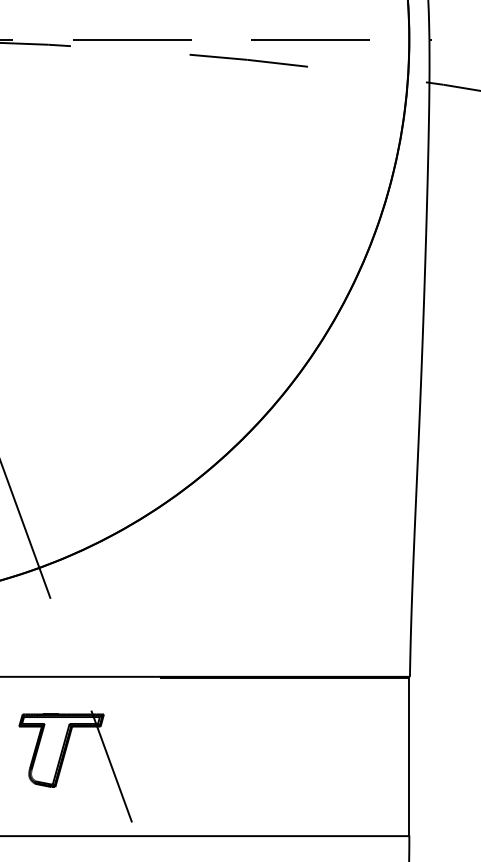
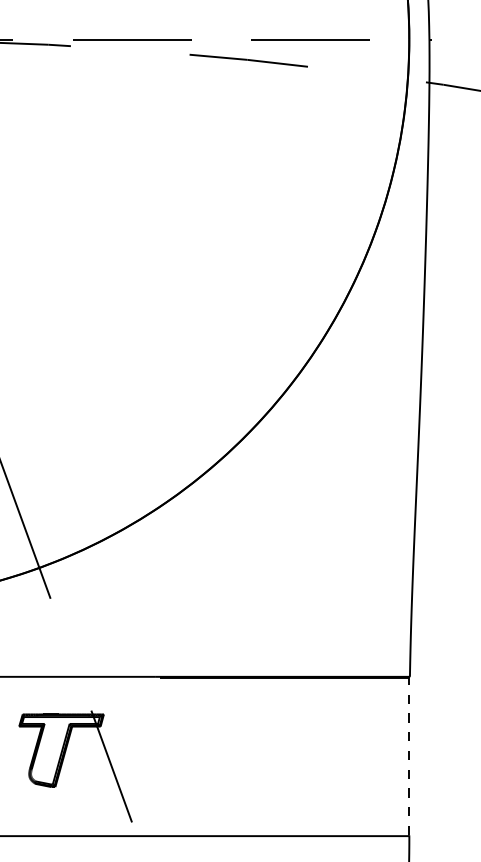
line at (409, 756): solid -> dashed
